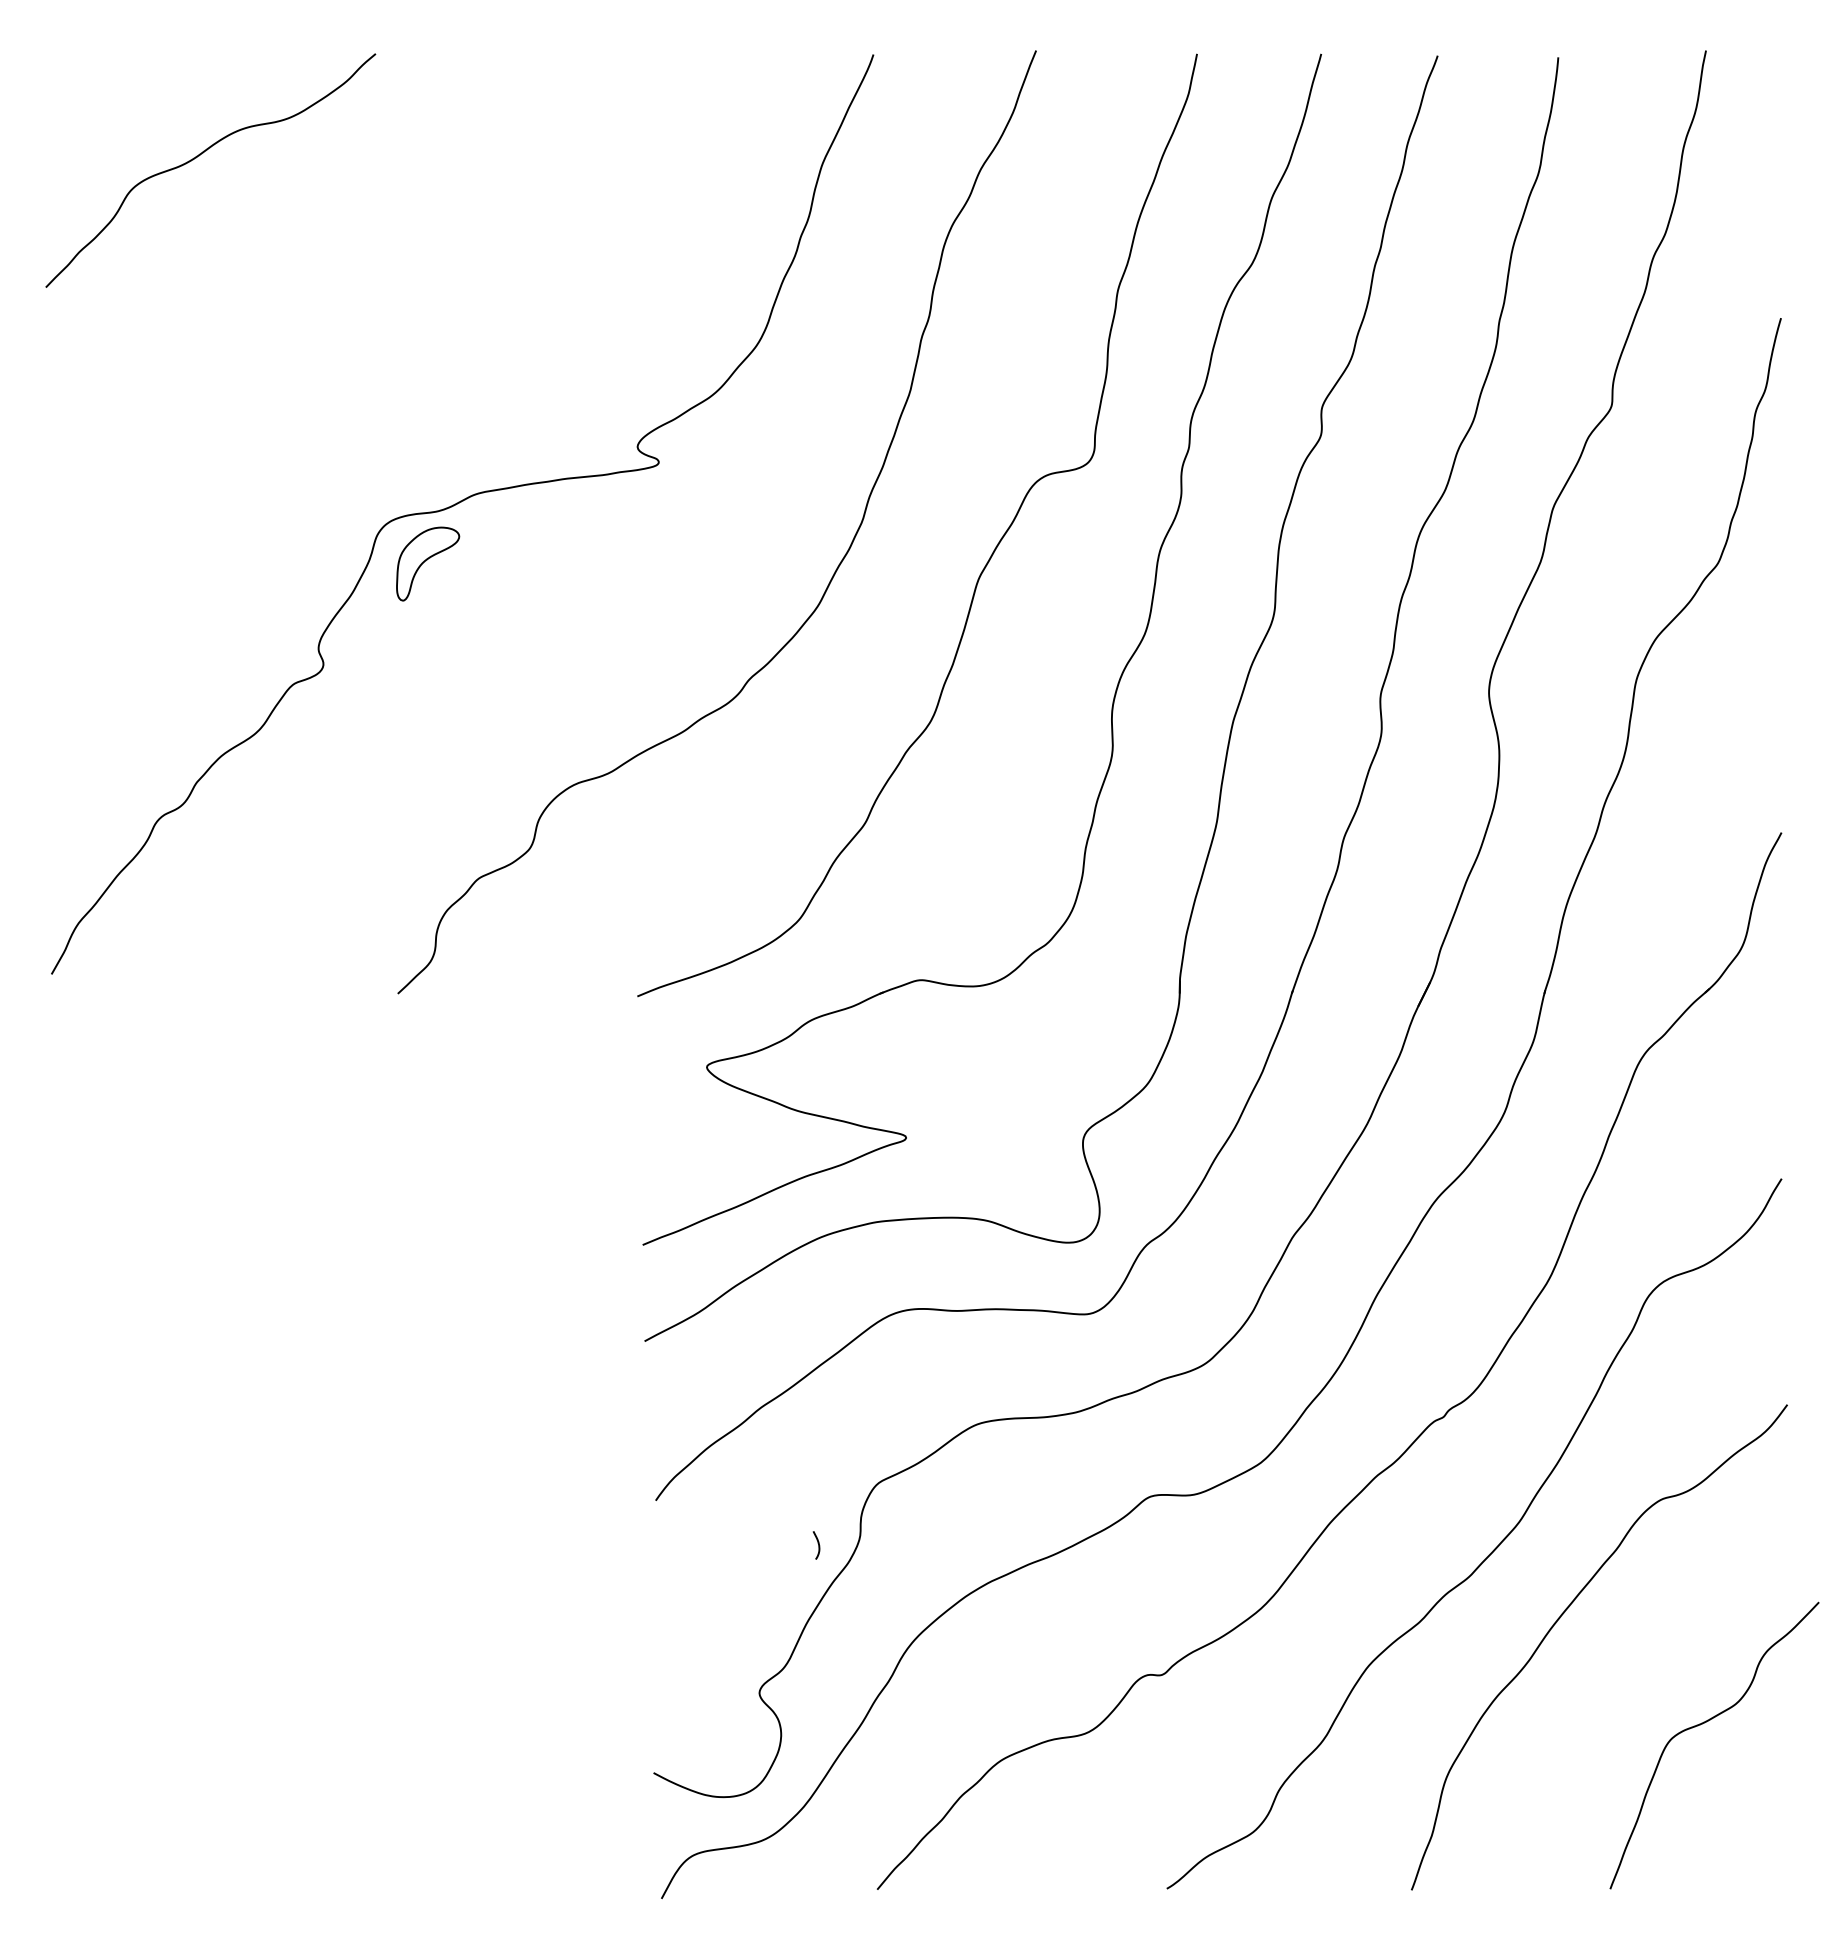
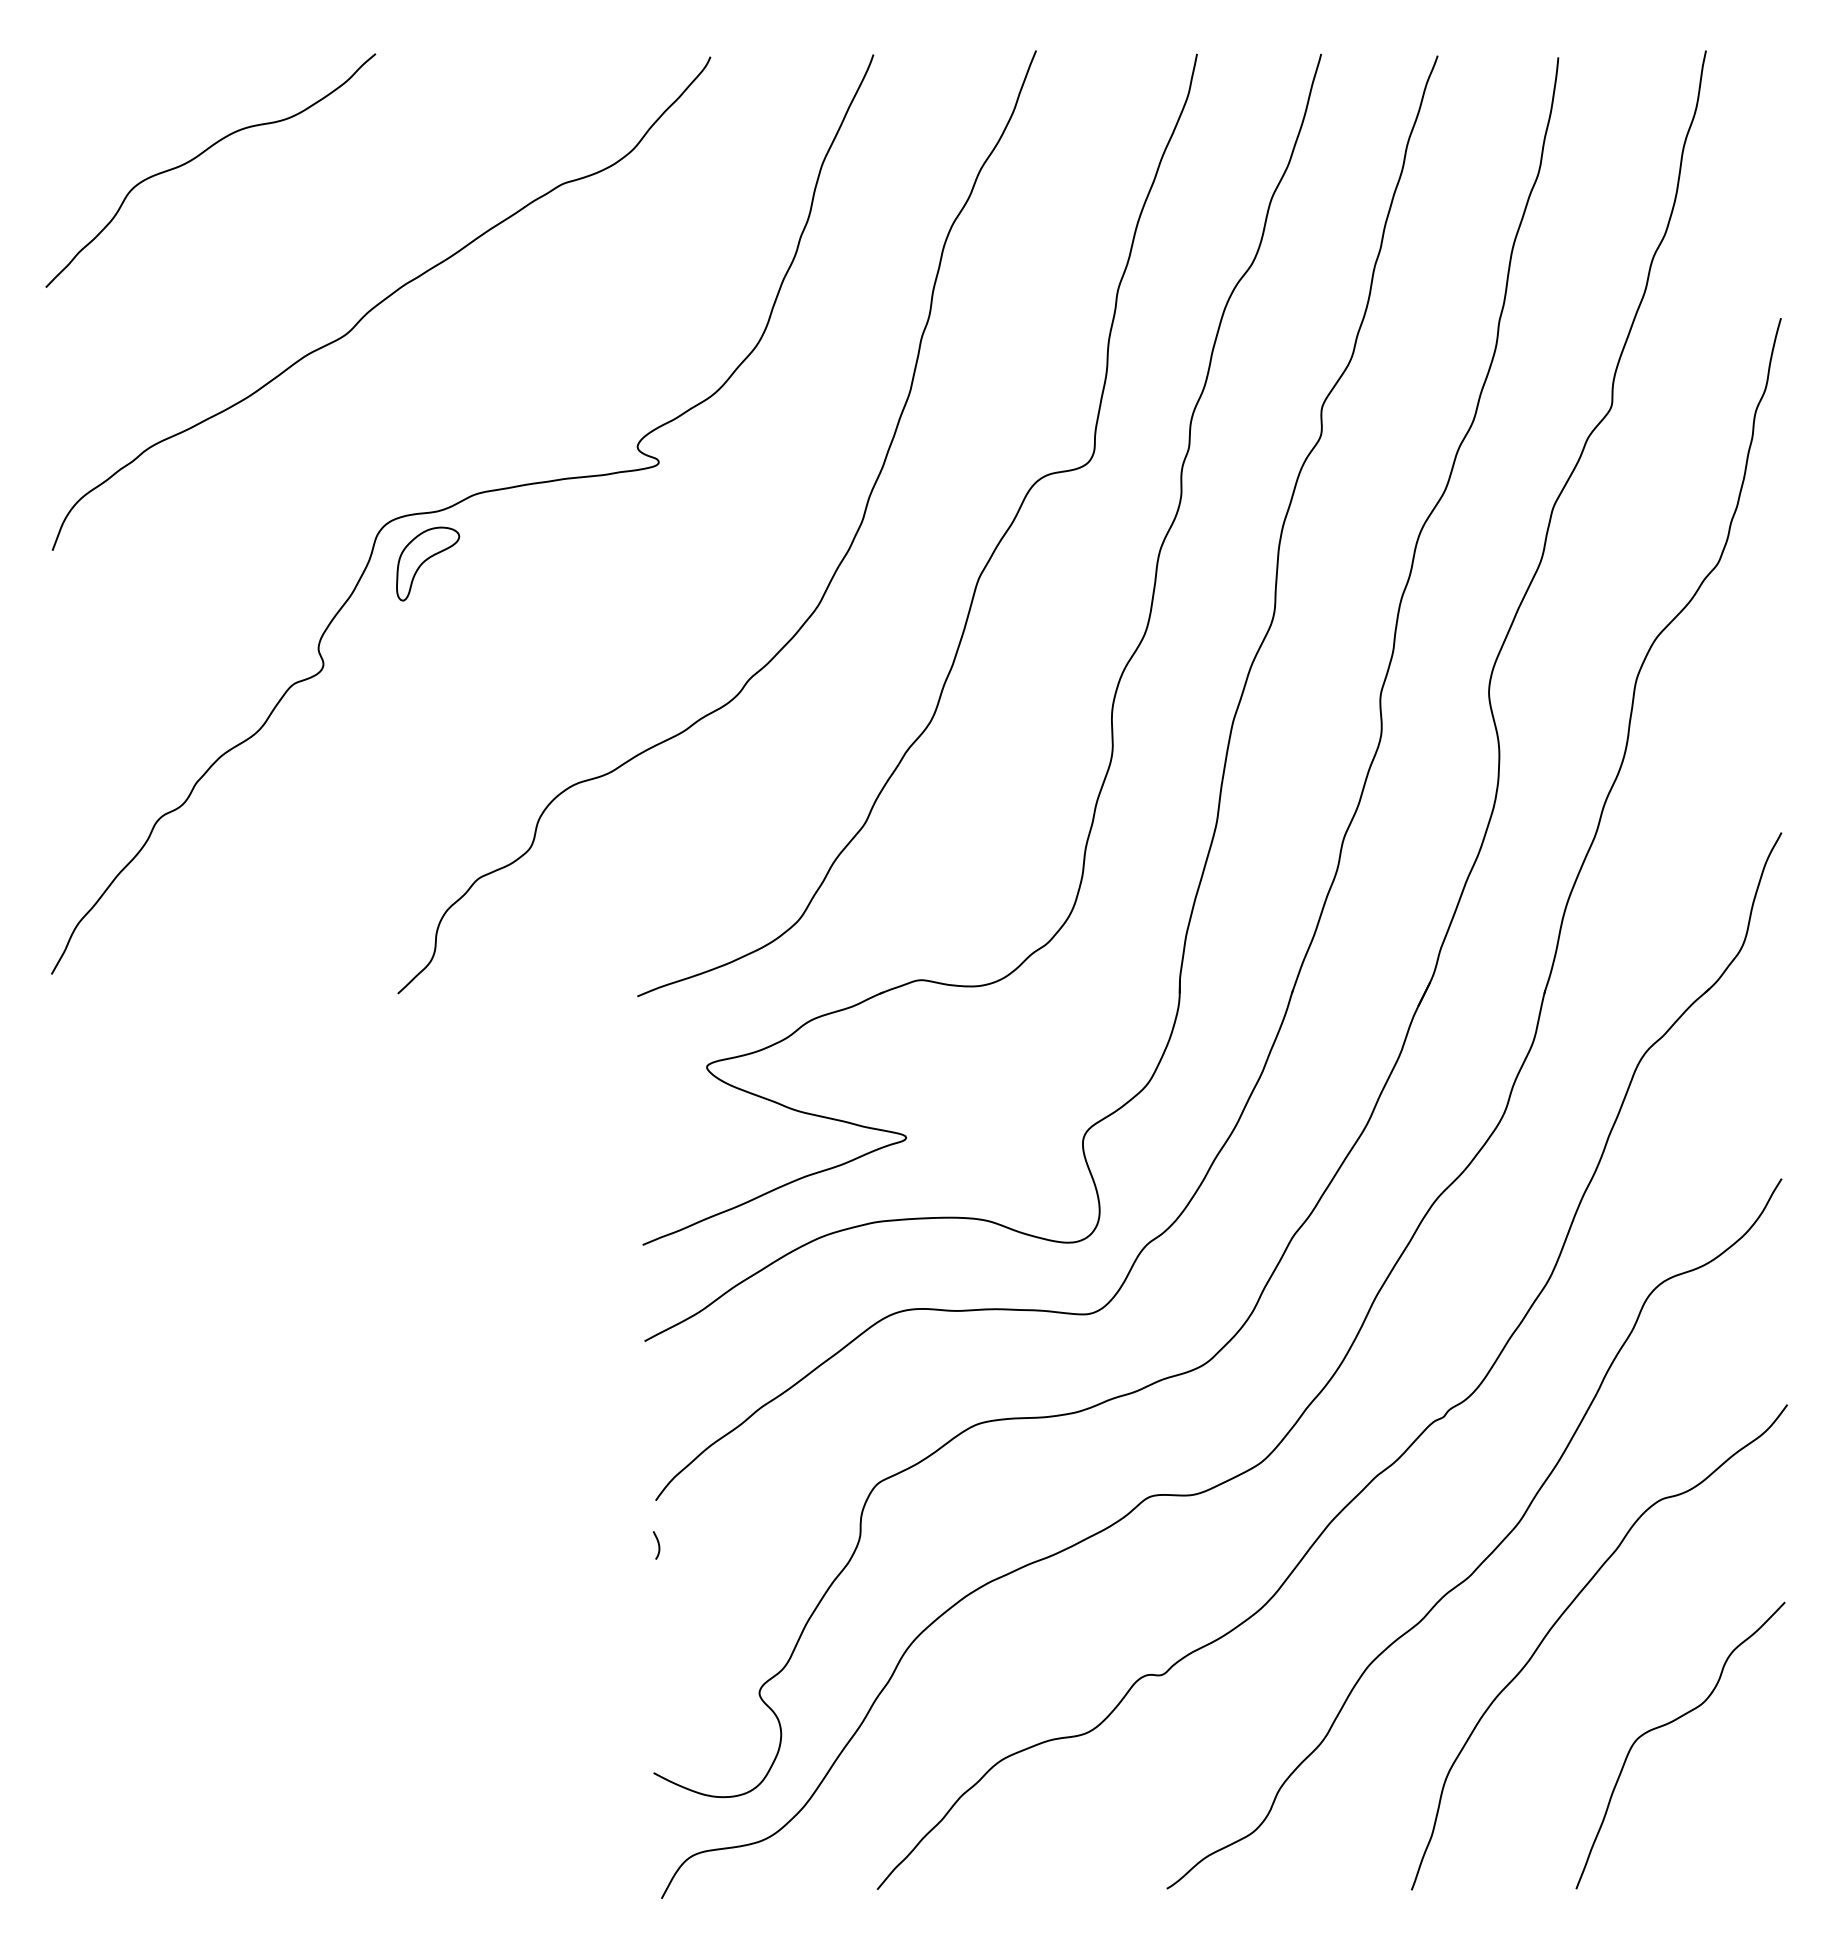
curve at (381, 303): none -> present
curve at (818, 1545) position: (818, 1545) -> (658, 1545)
curve at (1704, 1723) position: (1704, 1723) -> (1670, 1723)
